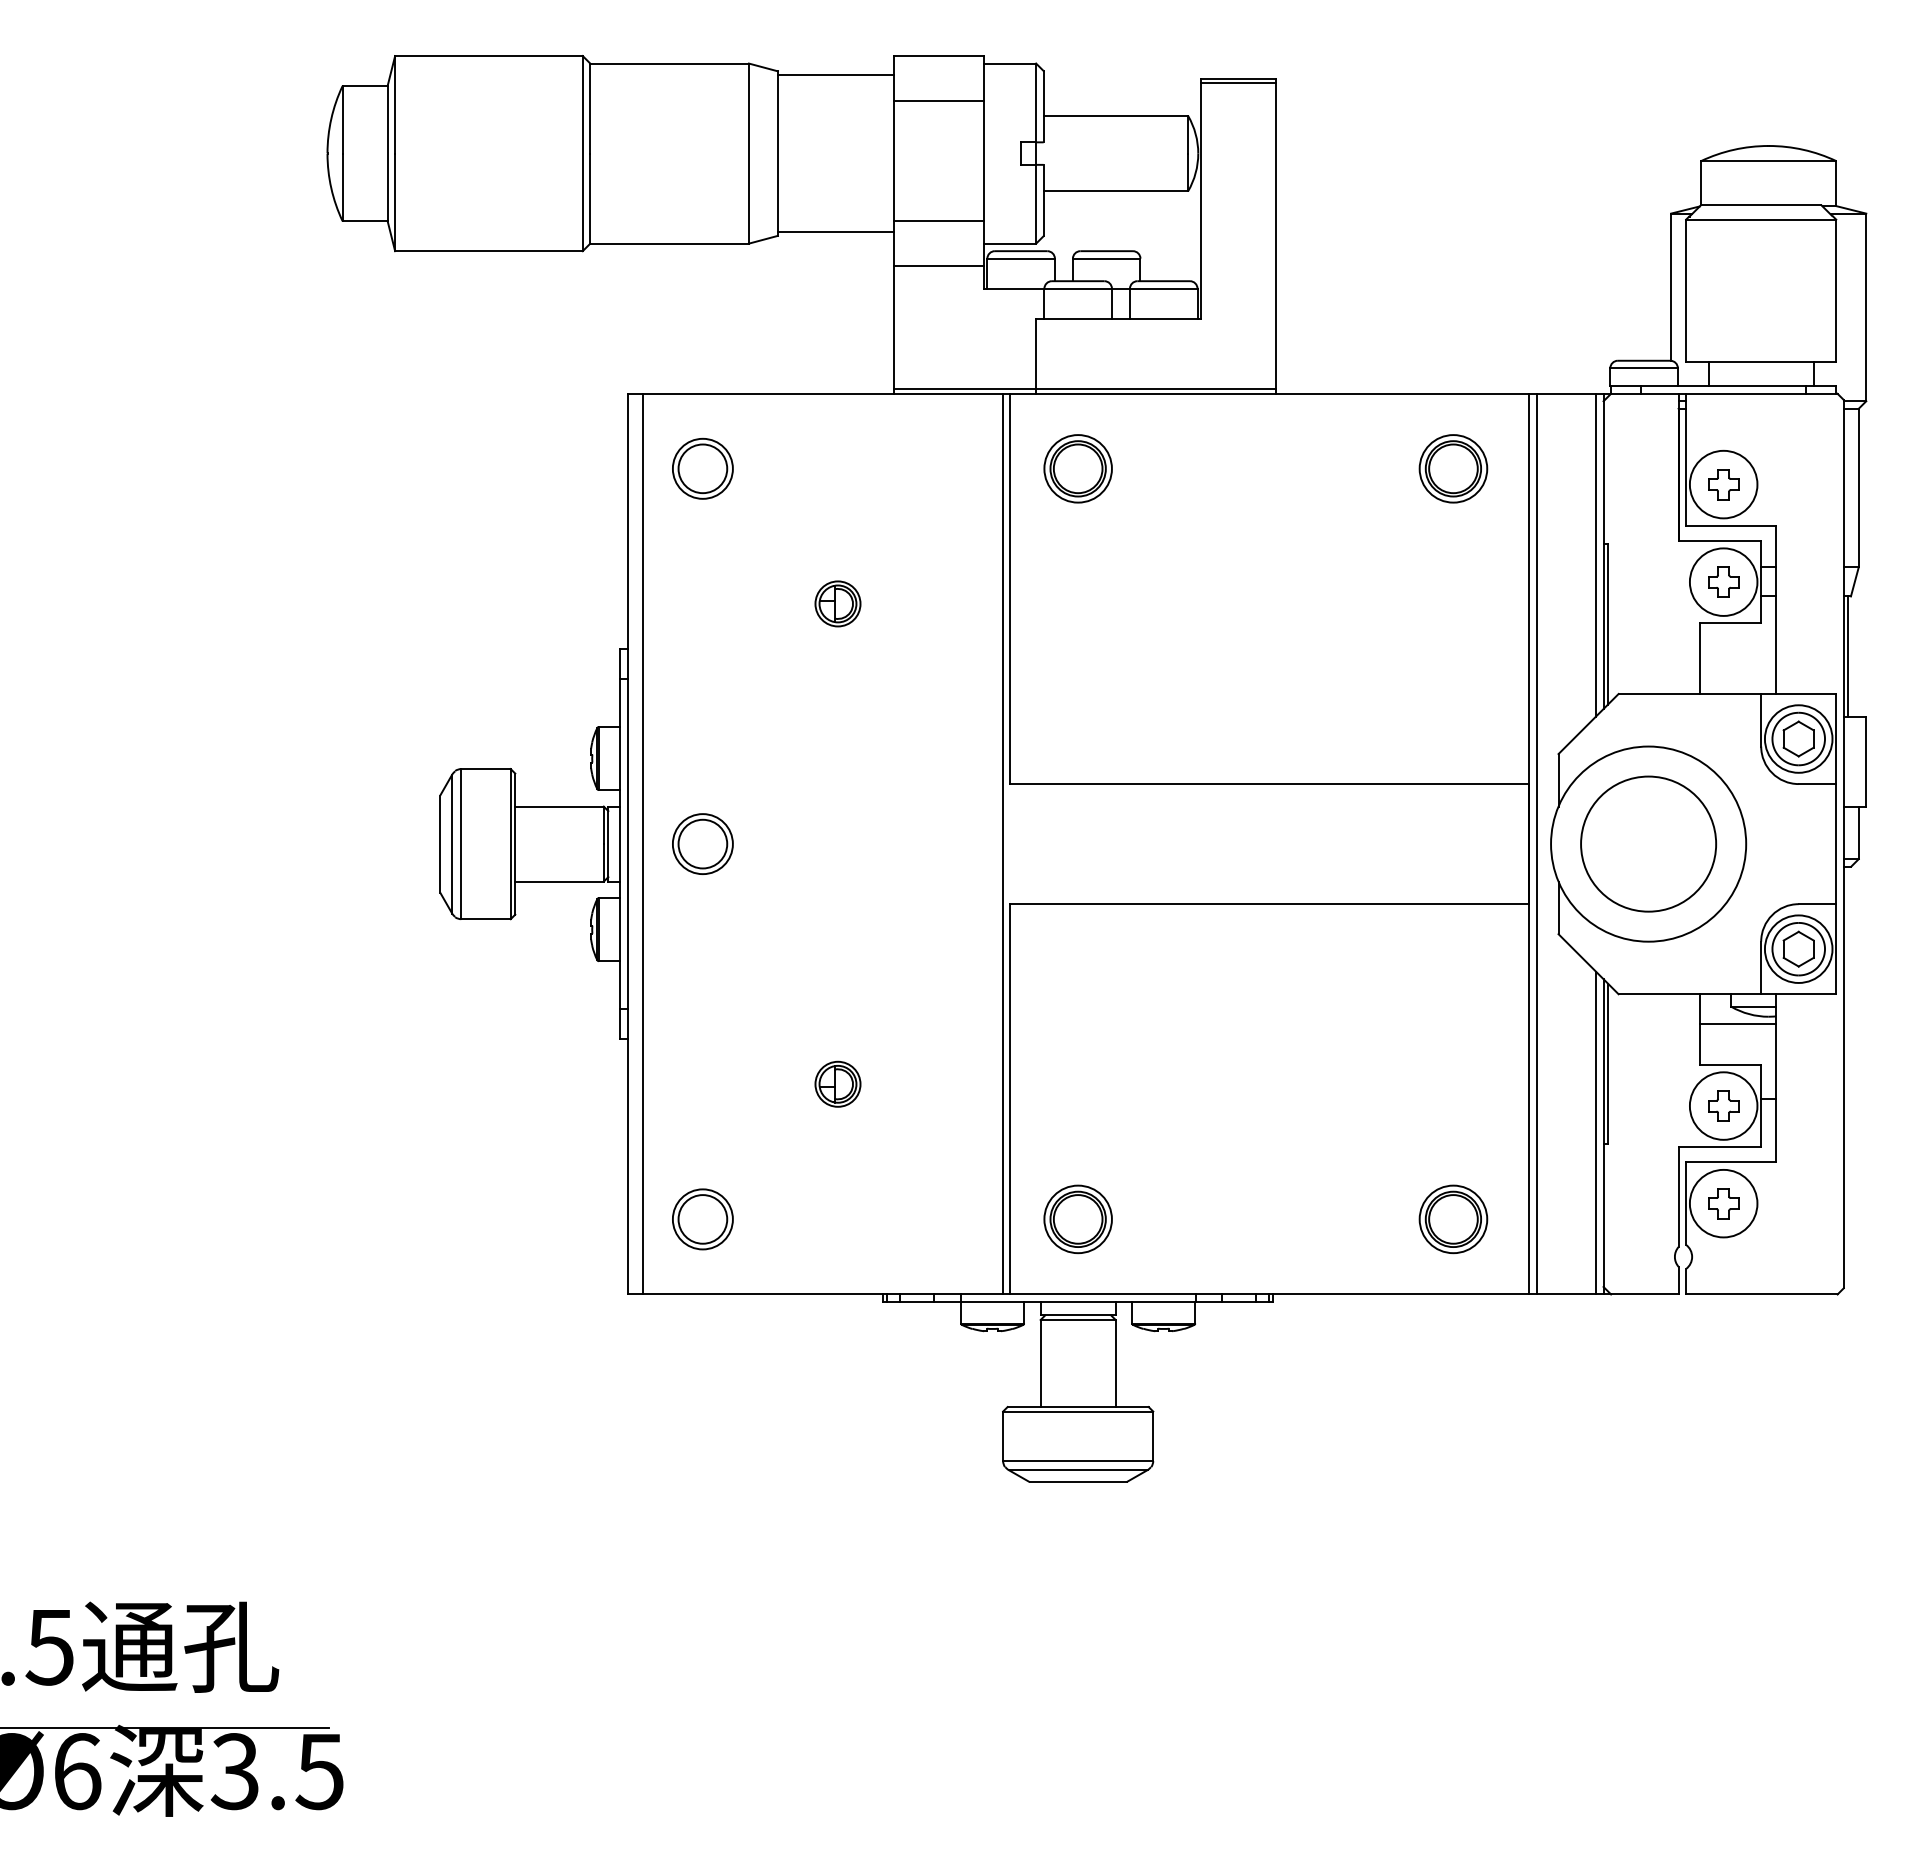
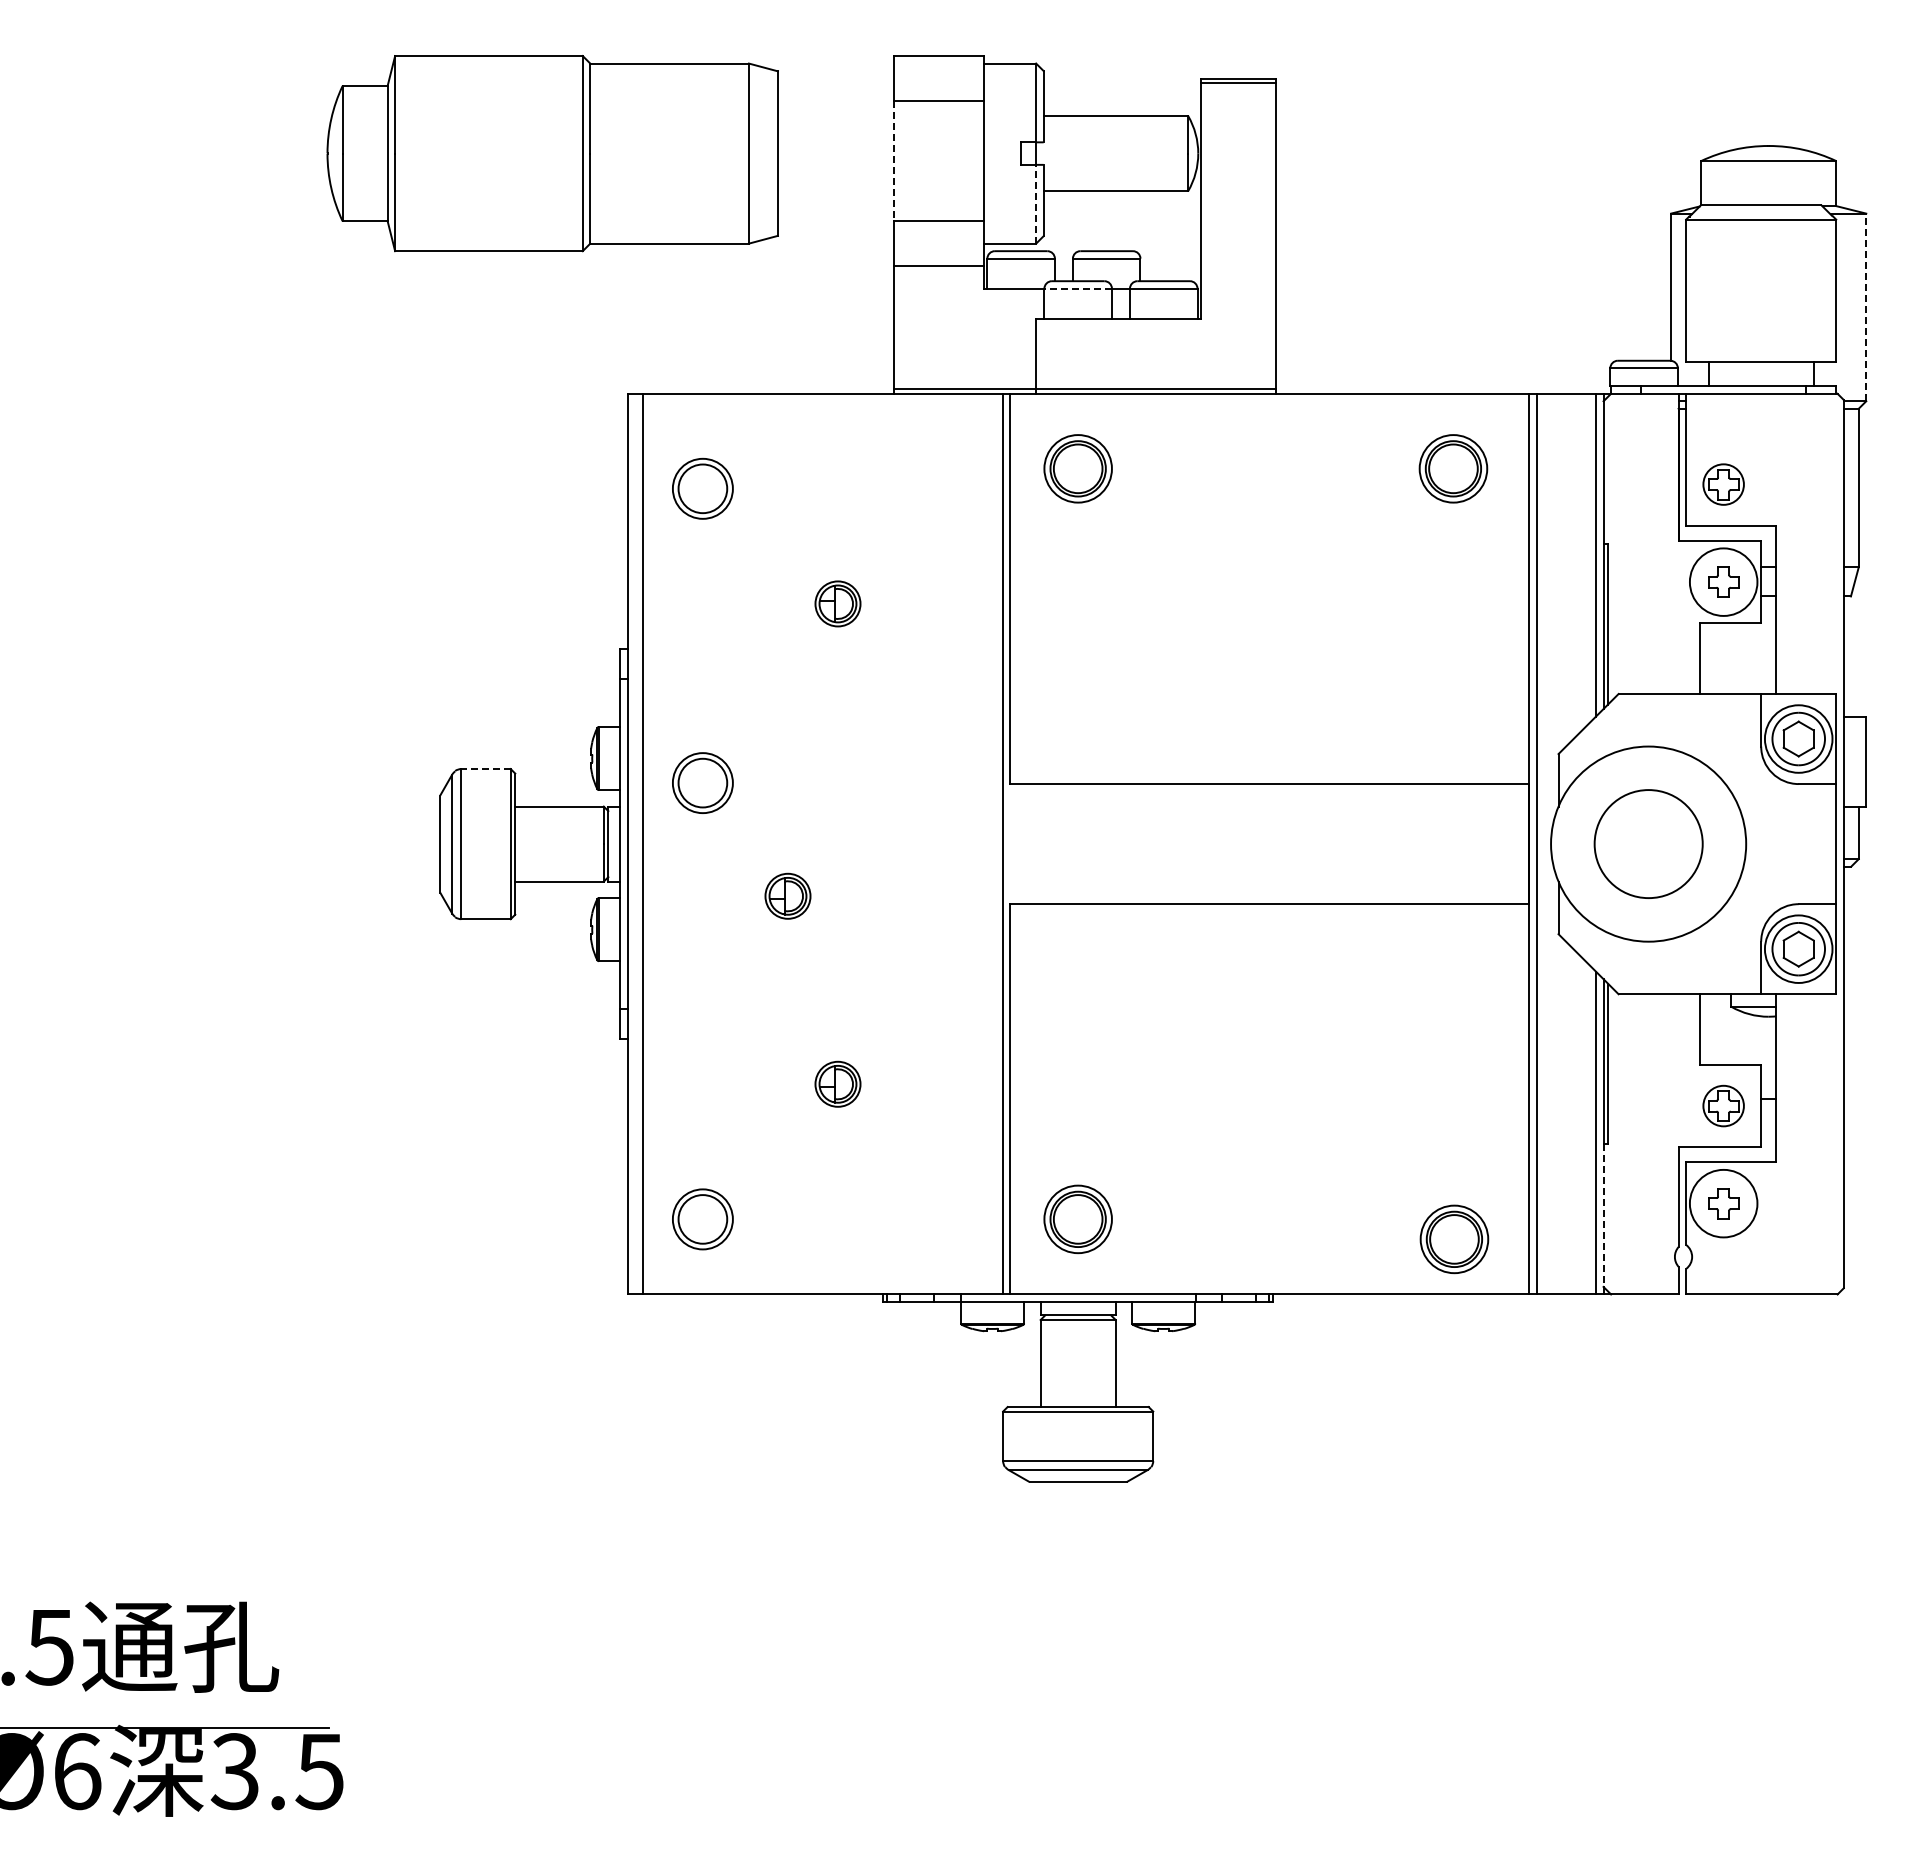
line at (835, 74): present -> none
line at (893, 161): solid -> dashed
line at (1036, 203): solid -> dashed
line at (835, 232): present -> none
line at (1078, 288): solid -> dashed
line at (1866, 307): solid -> dashed
part at (702, 468) position: (702, 468) -> (702, 488)
circle at (1723, 484) diameter: 68 px -> 41 px
line at (1847, 656): present -> none
line at (486, 769): solid -> dashed
part at (702, 843) position: (702, 843) -> (702, 782)
circle at (1648, 843) size: 138x138 px -> 111x110 px
part at (787, 895): none -> present
line at (1737, 1024): present -> none
circle at (1723, 1105) diameter: 68 px -> 41 px
line at (1603, 1216): solid -> dashed
part at (1453, 1219) position: (1453, 1219) -> (1454, 1239)
